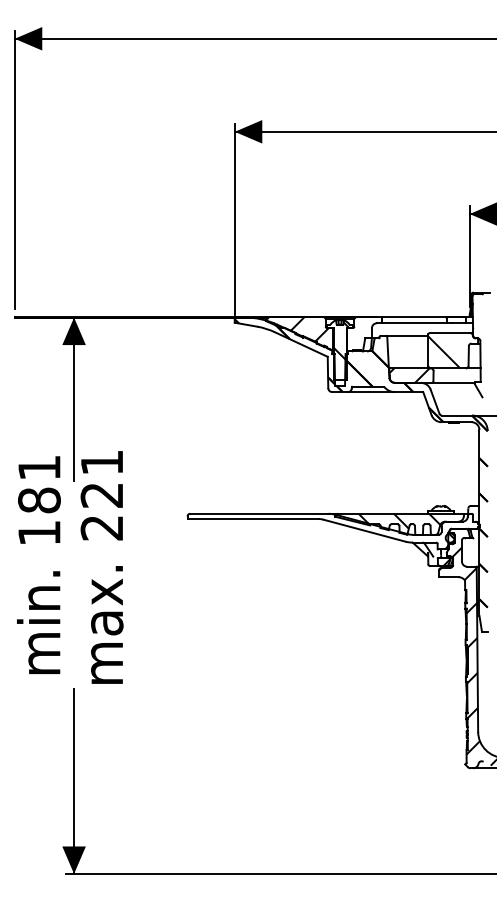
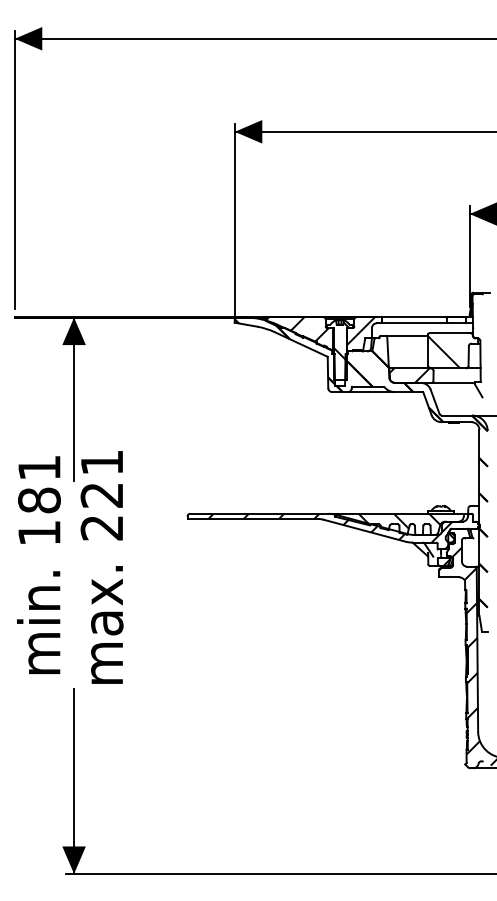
hatch at (360, 331): none -> present
hatch at (330, 527): none -> present
